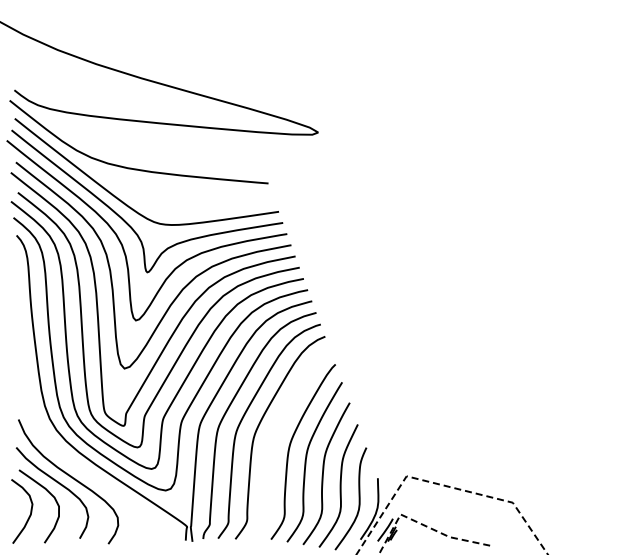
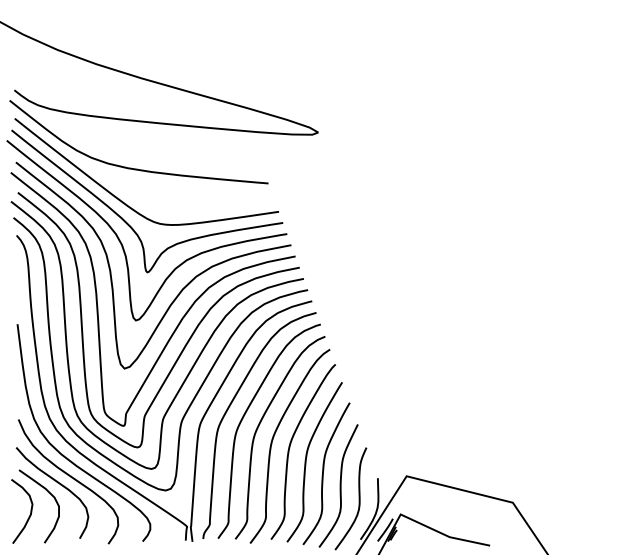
curve at (273, 440): none -> present
curve at (67, 457): none -> present
line at (445, 485): dashed -> solid
line at (422, 524): dashed -> solid
